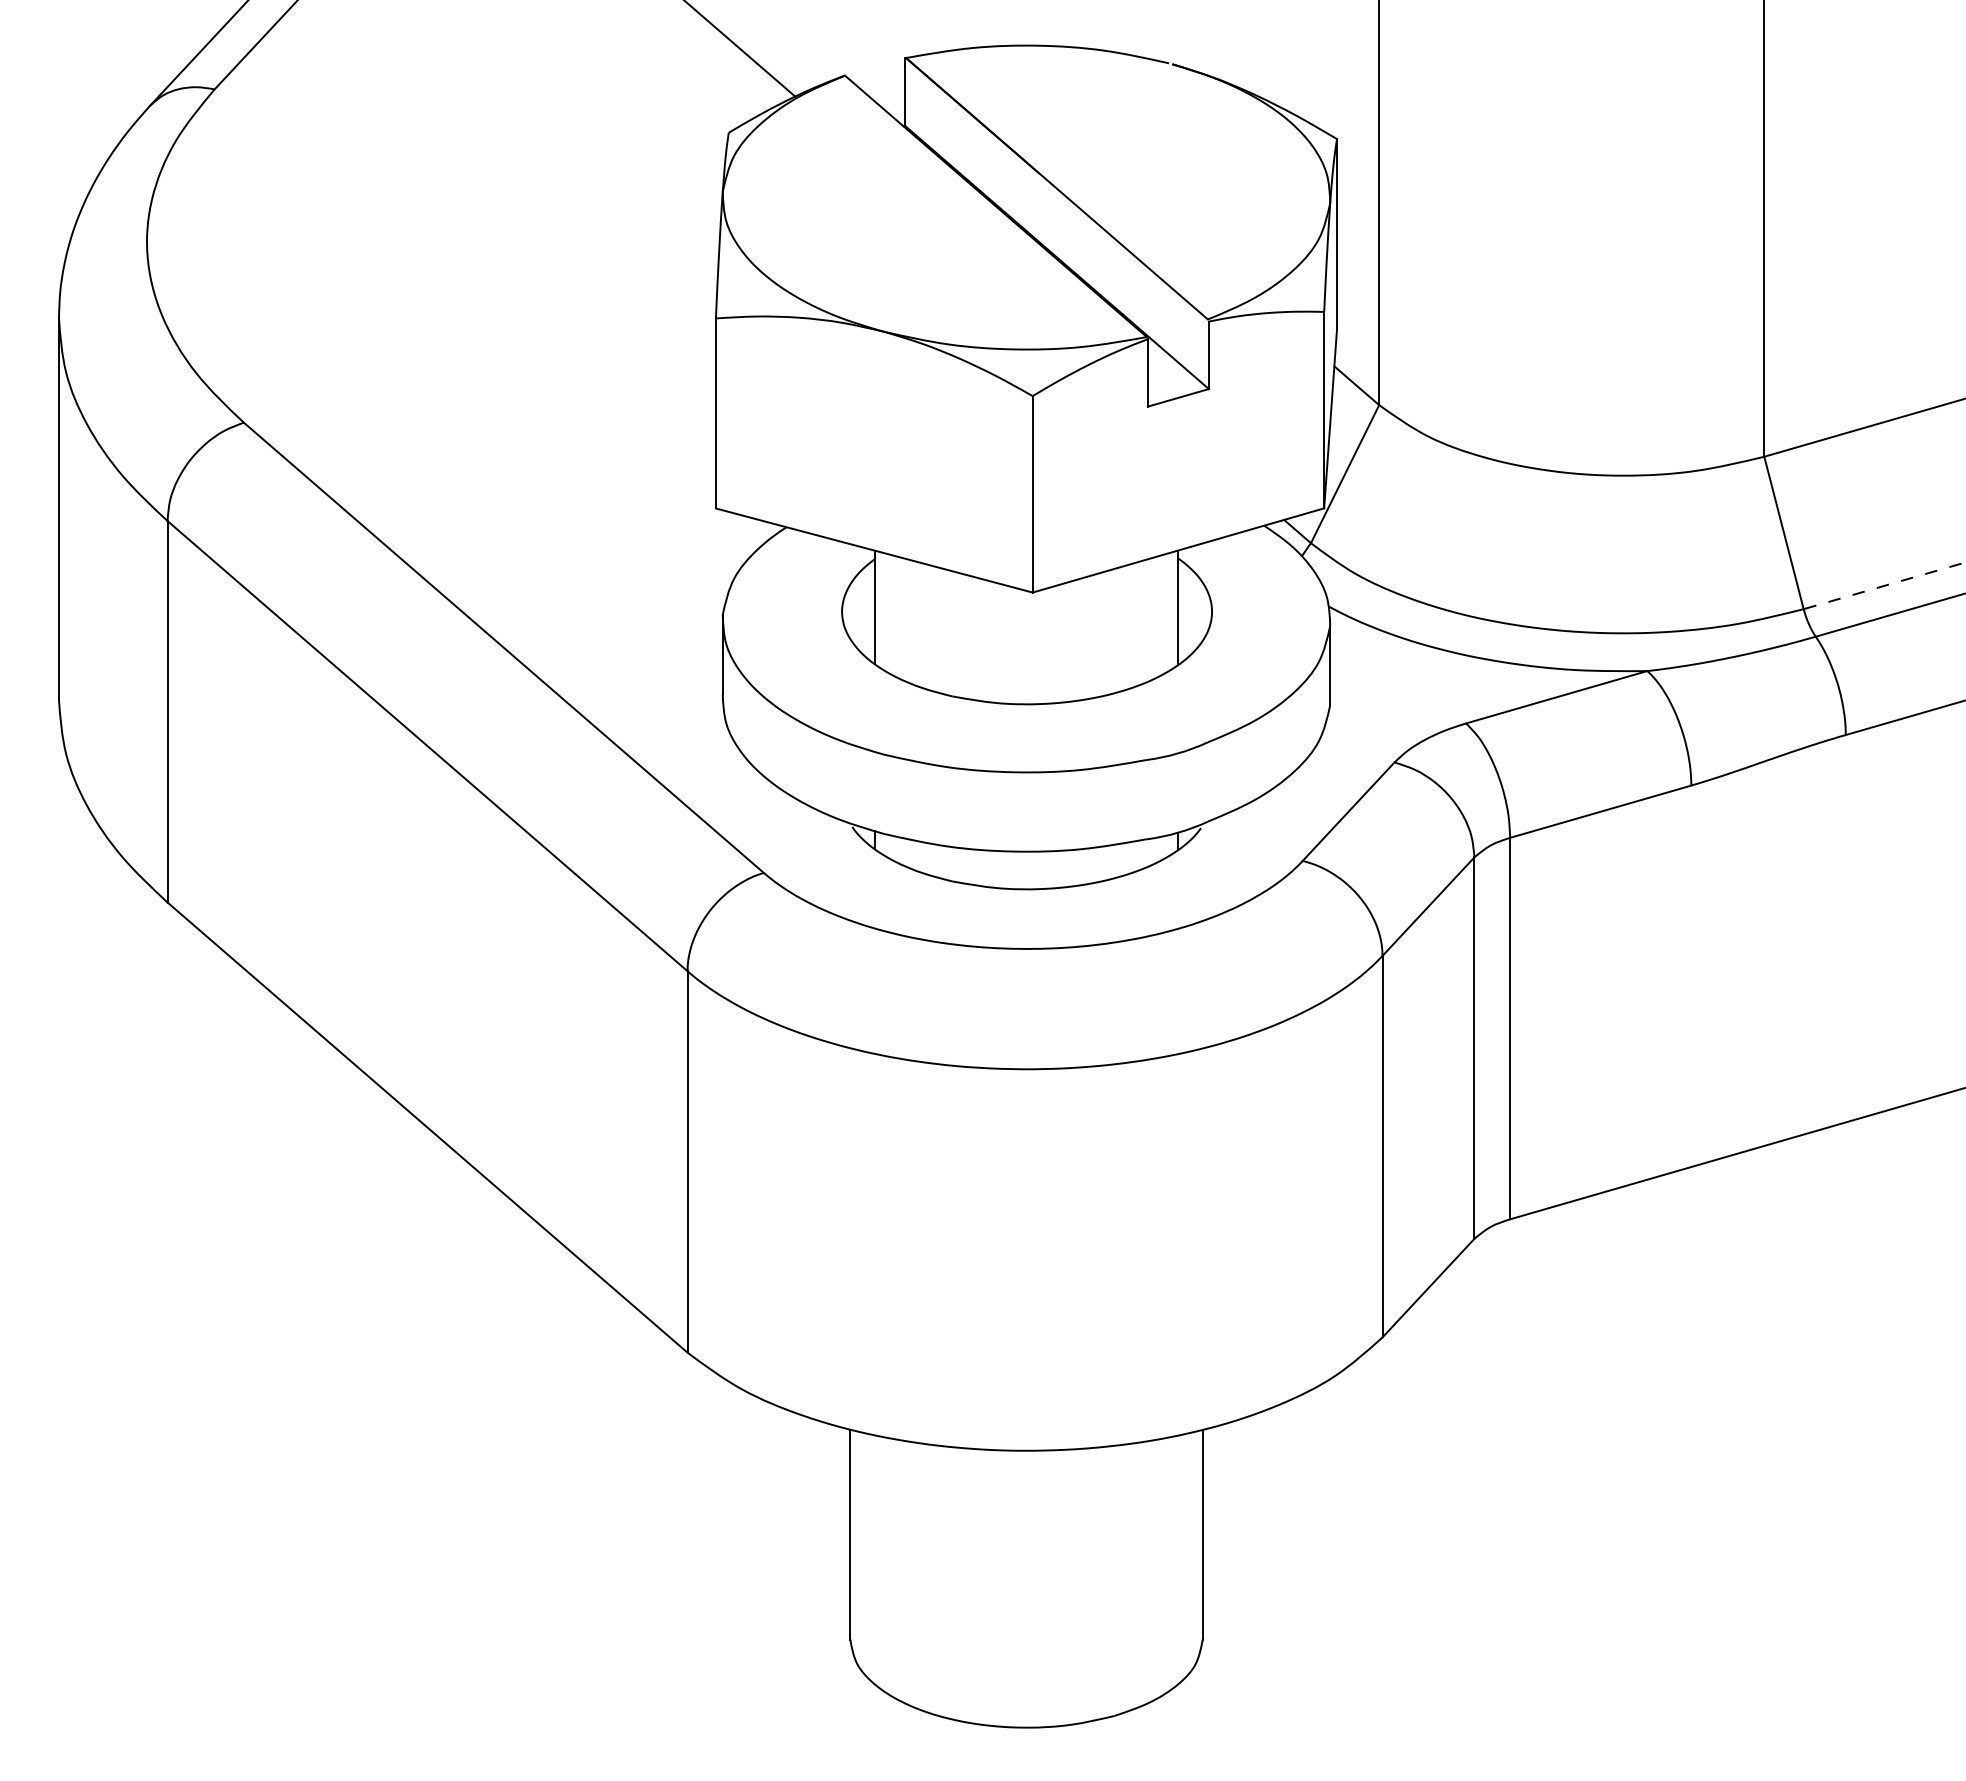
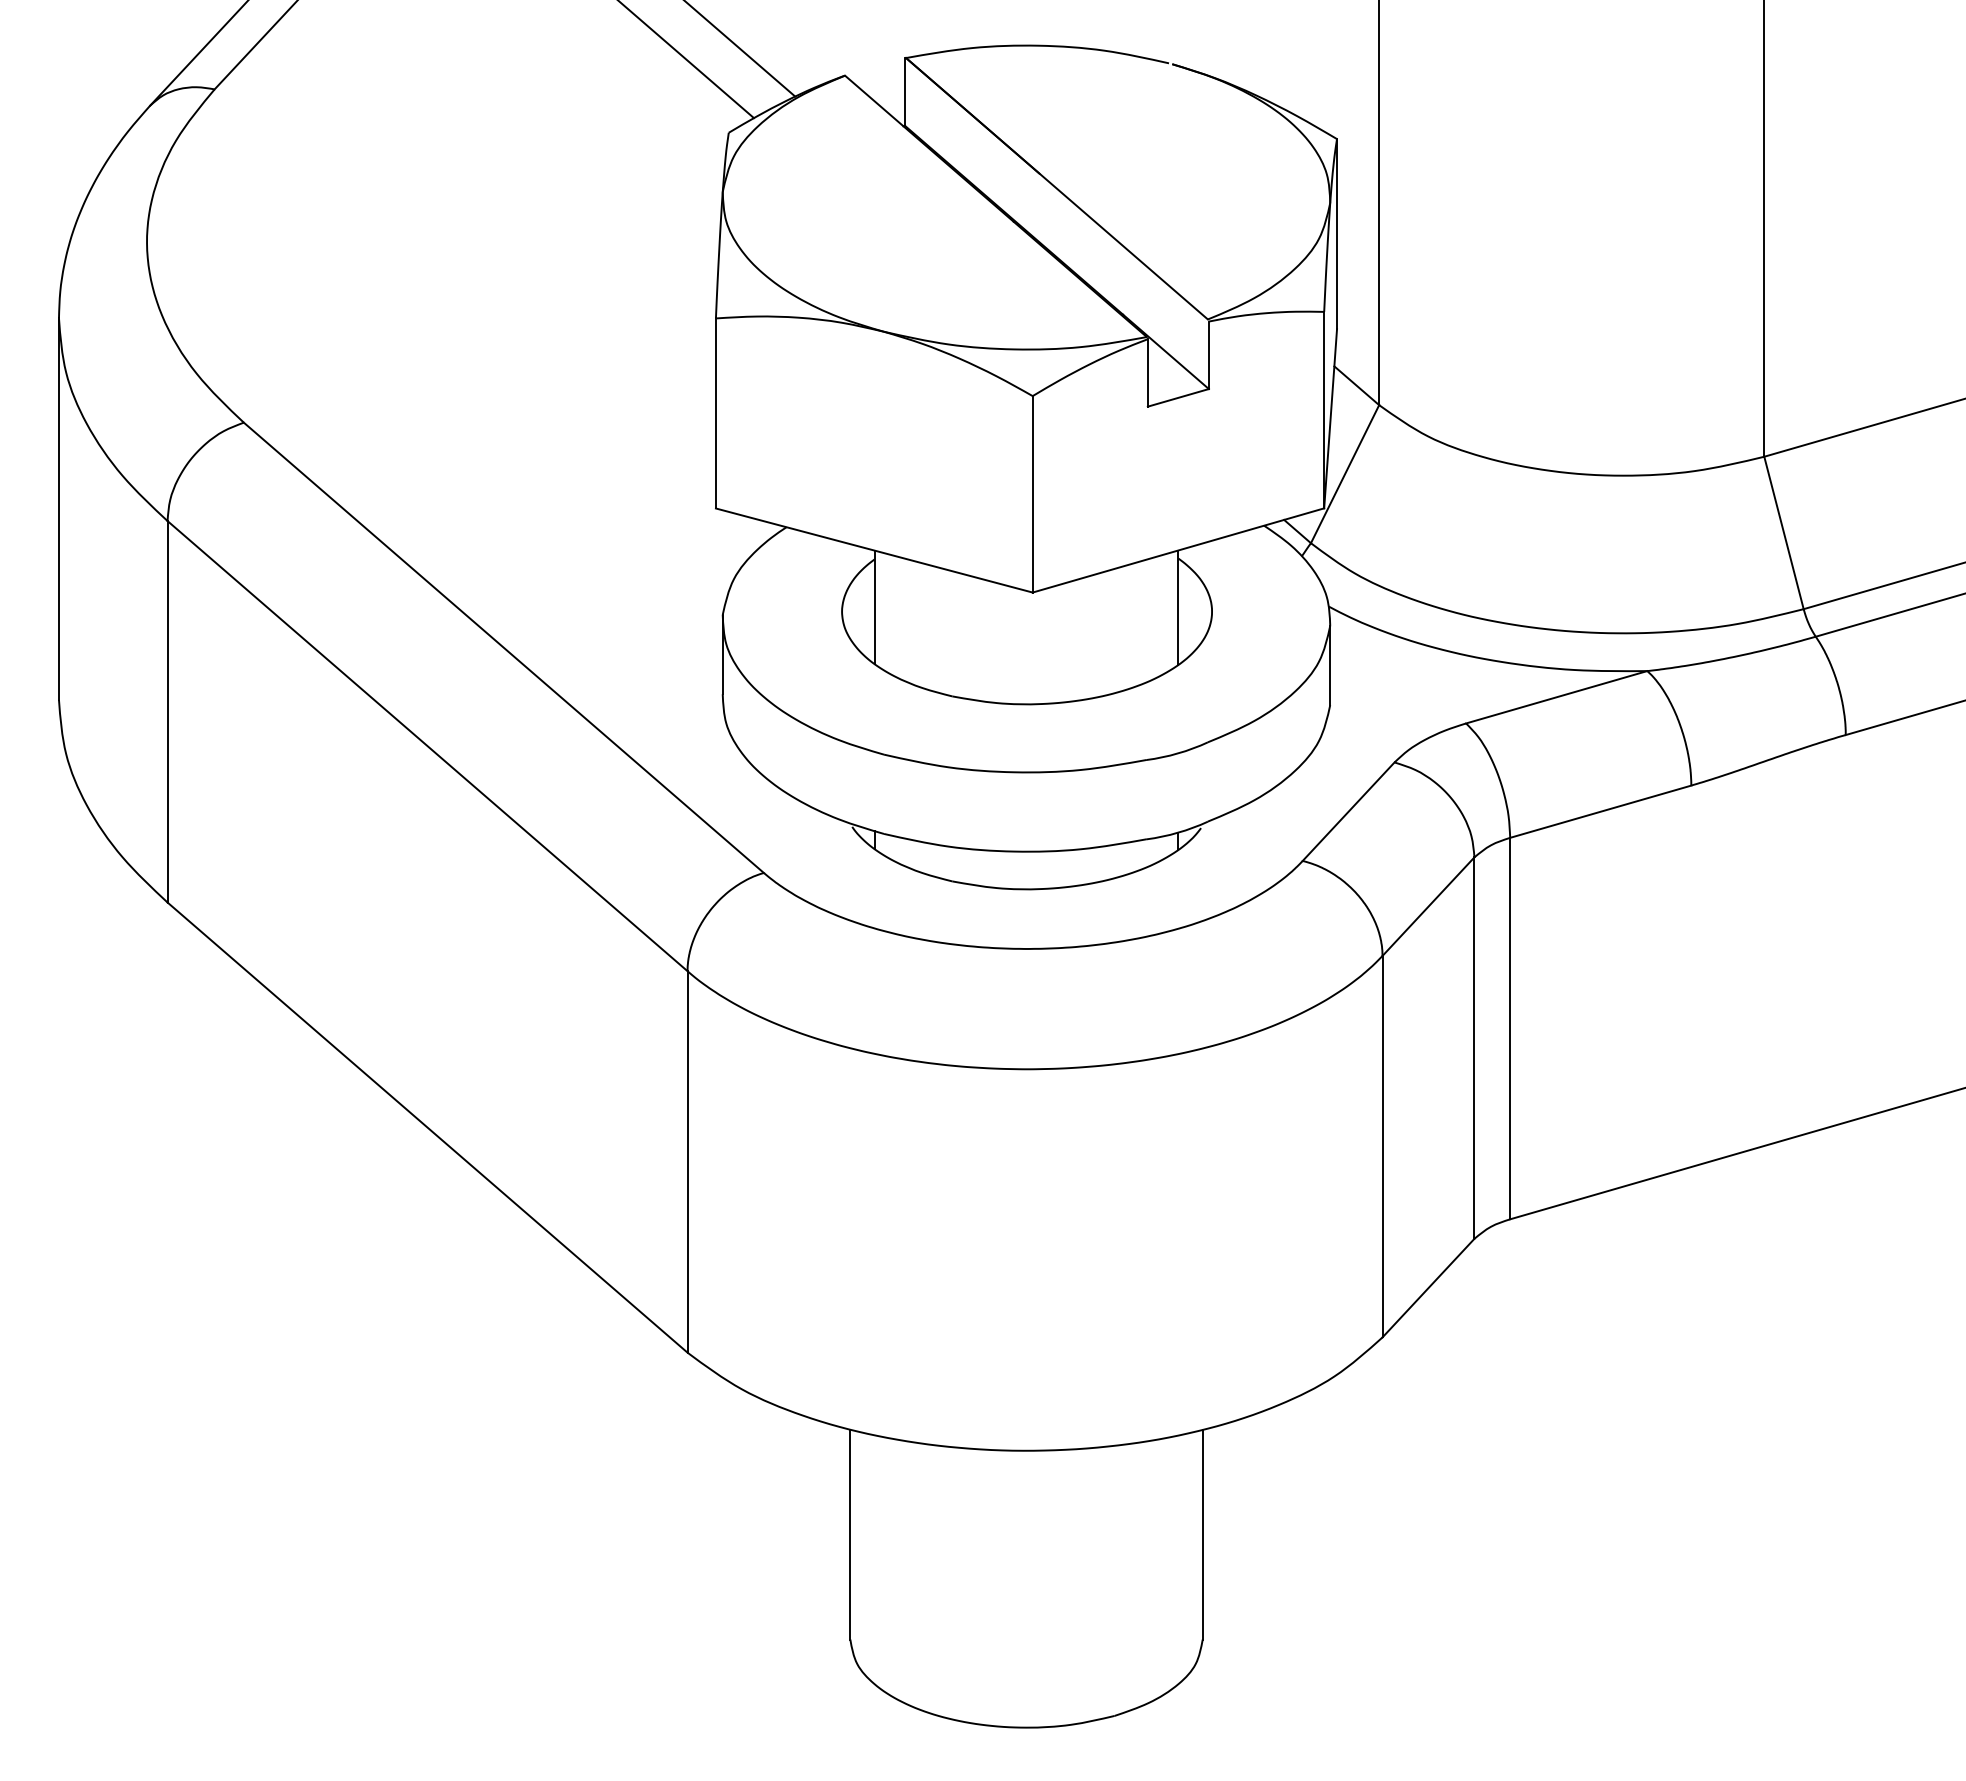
line at (686, 60): none -> present
line at (1884, 585): dashed -> solid
